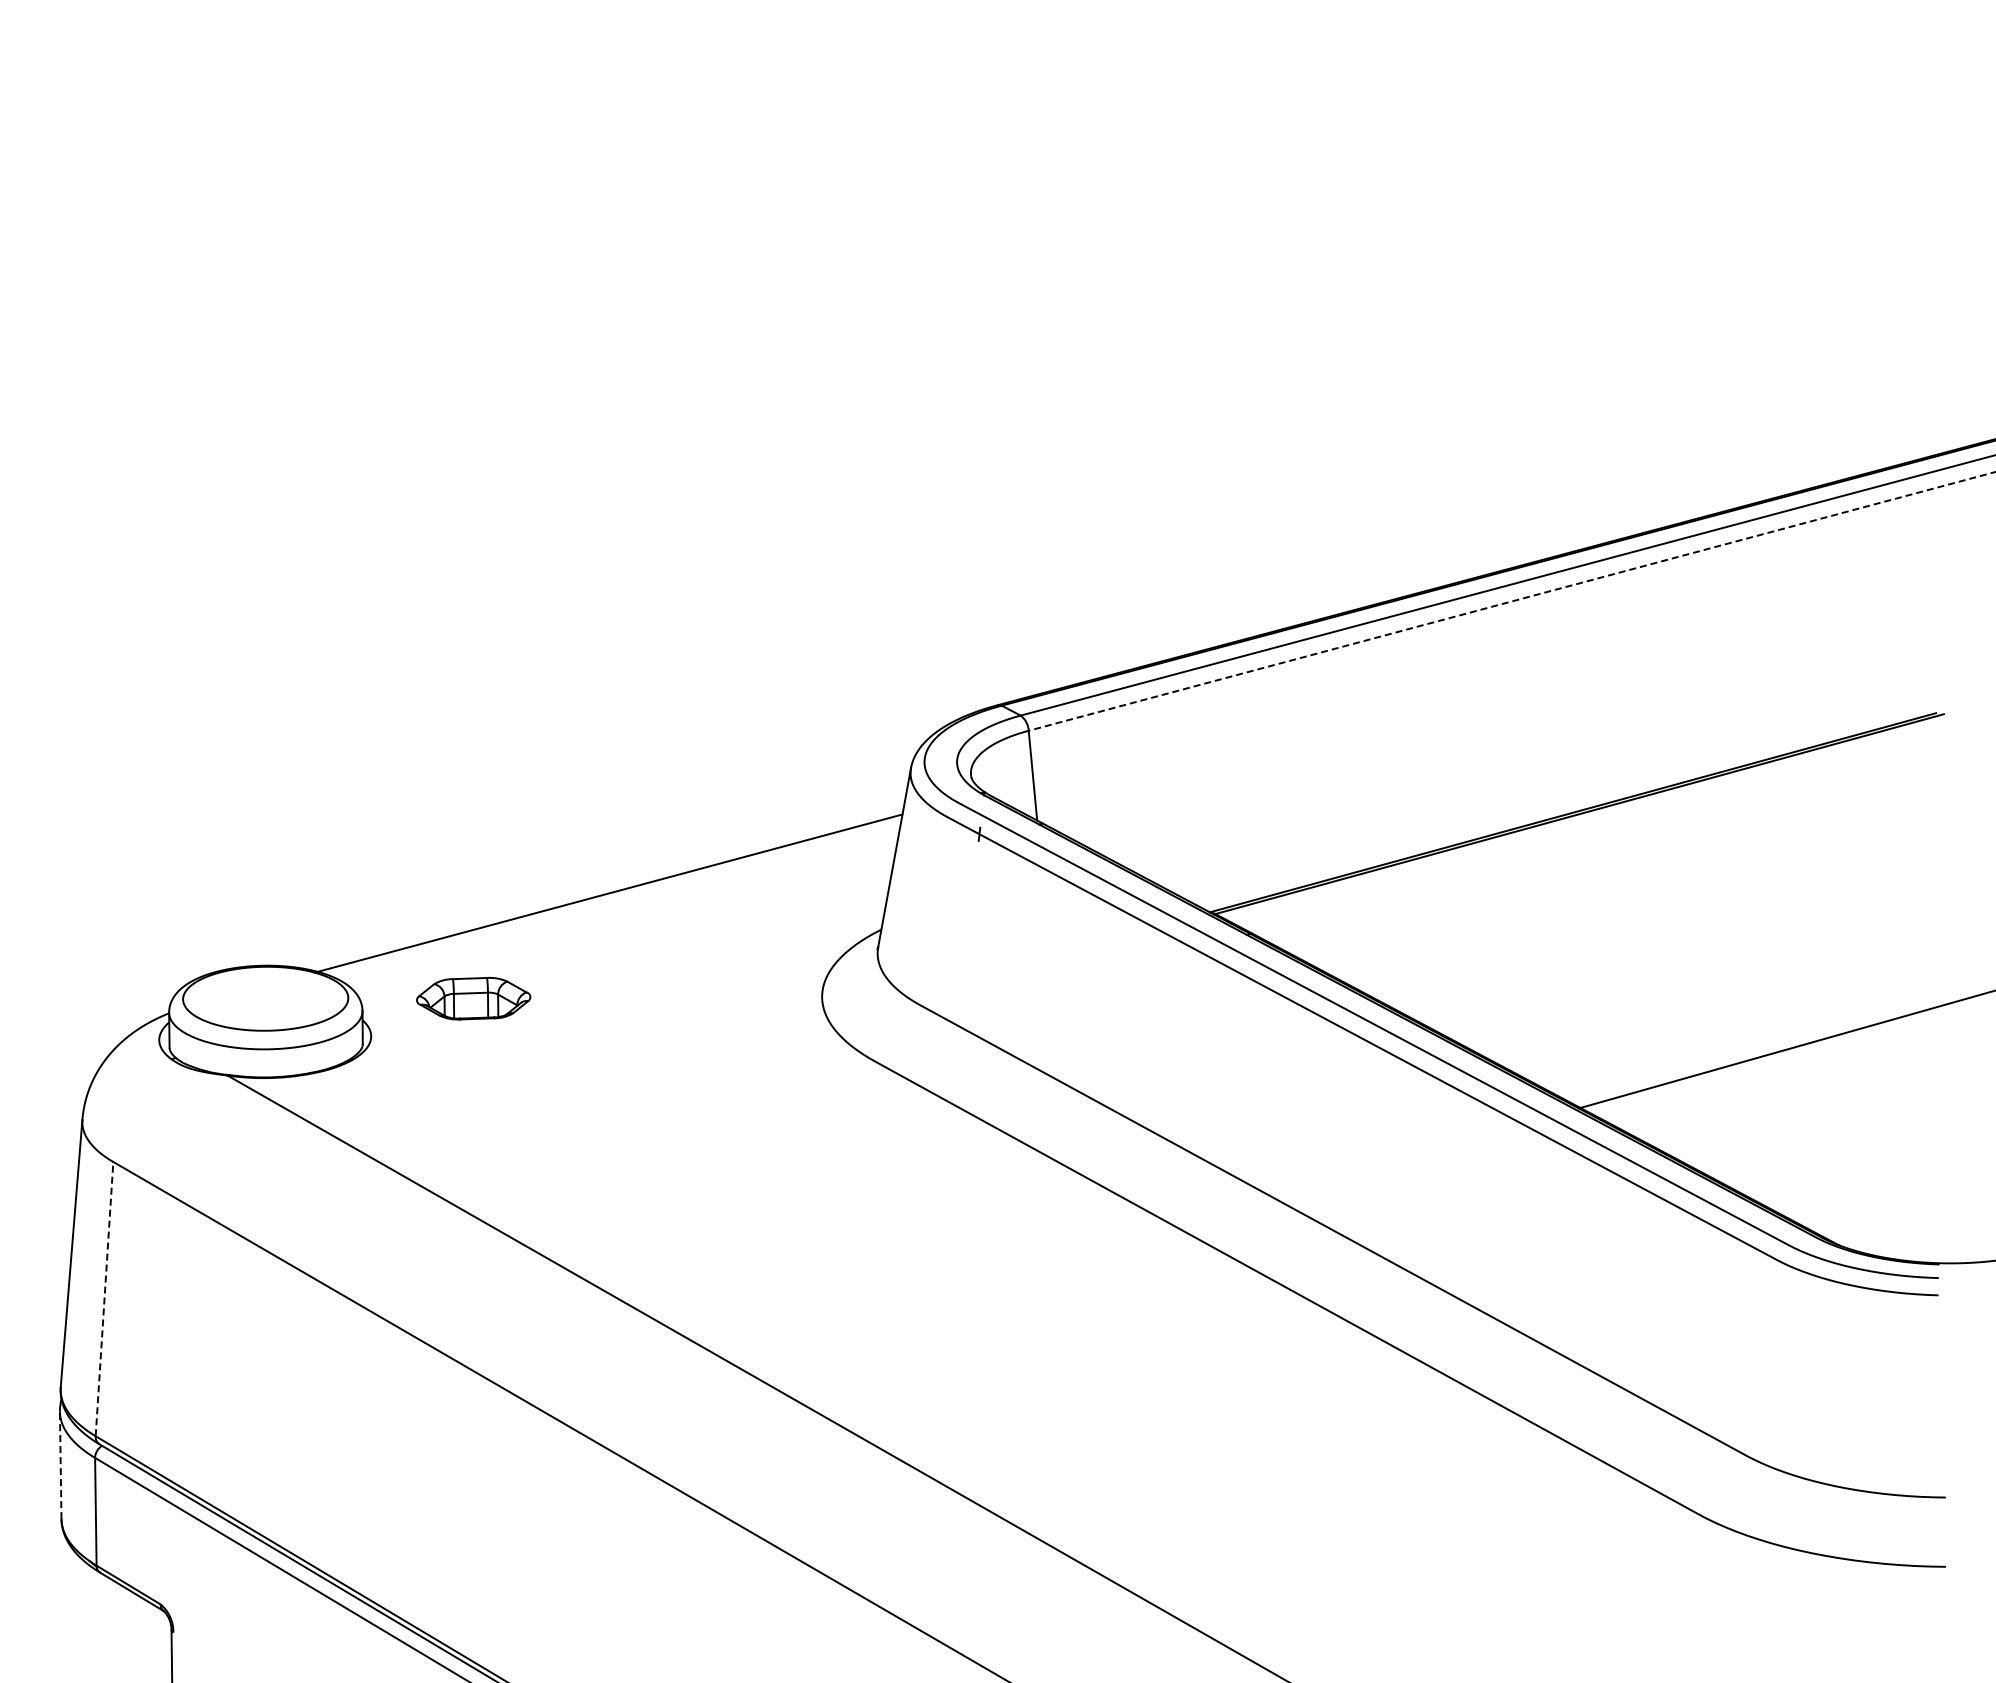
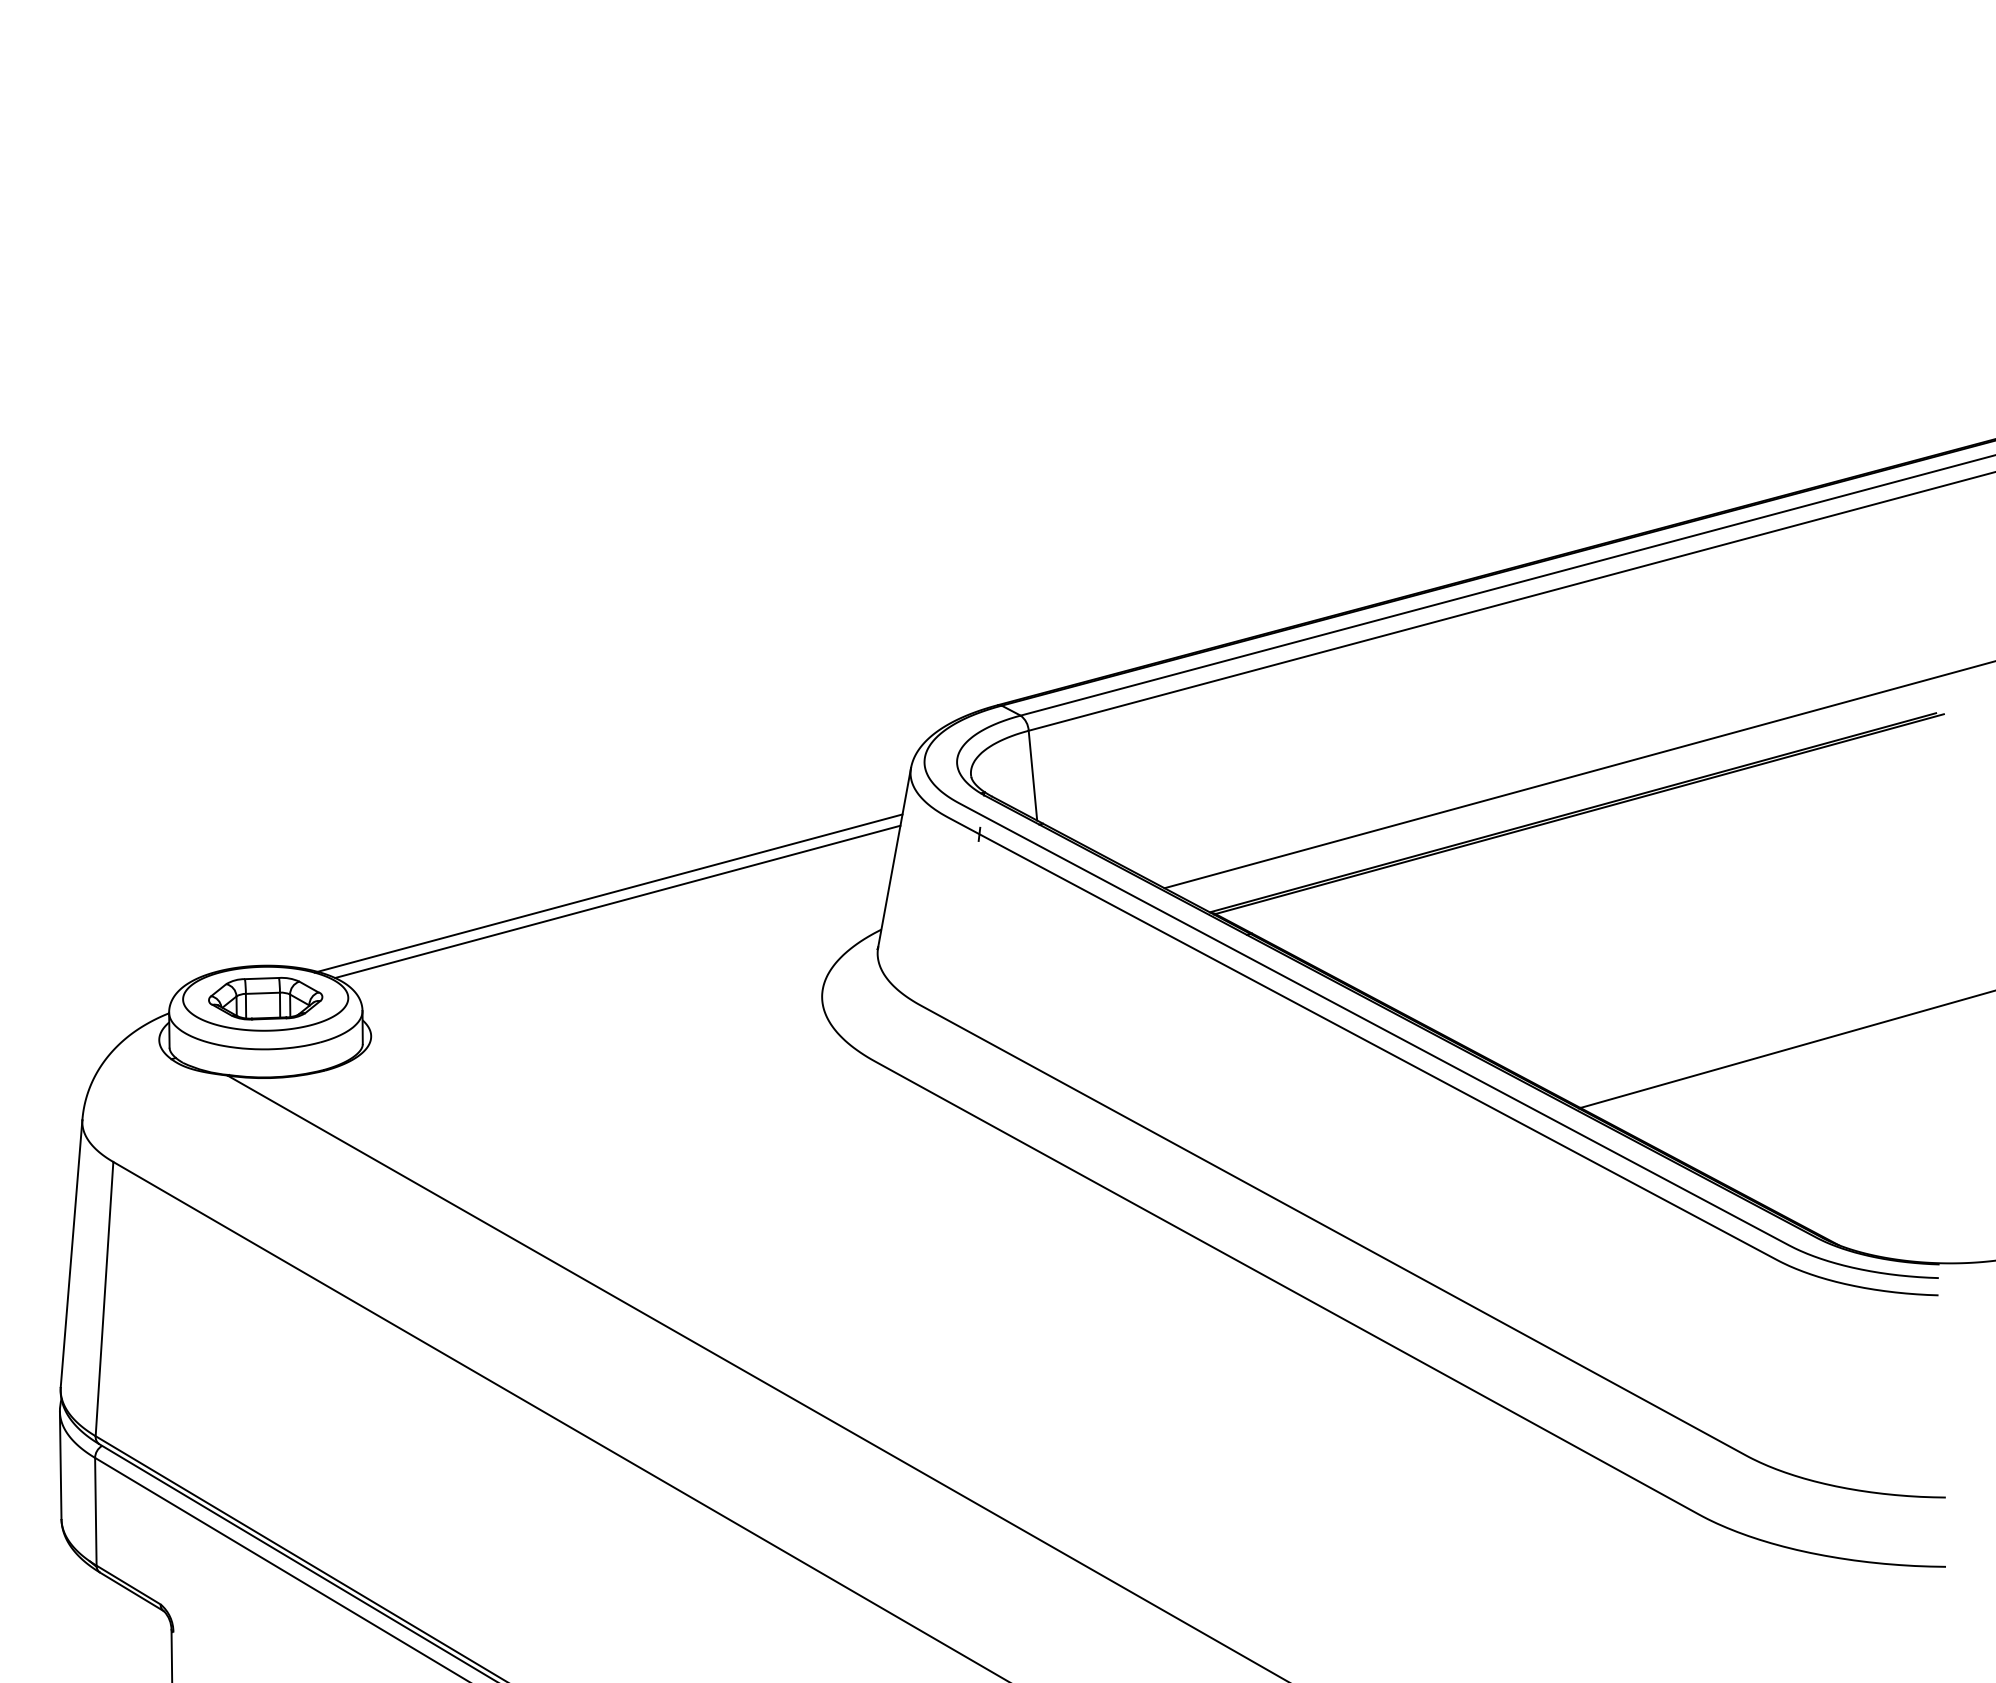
line at (1511, 601): dashed -> solid
line at (1578, 775): none -> present
line at (617, 901): none -> present
part at (473, 998) position: (473, 998) -> (265, 998)
line at (104, 1298): dashed -> solid
line at (60, 1465): dashed -> solid
